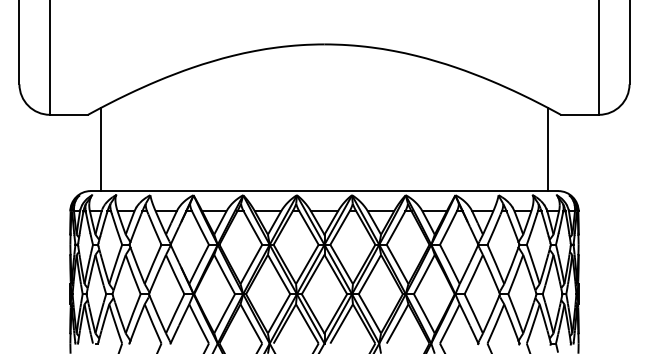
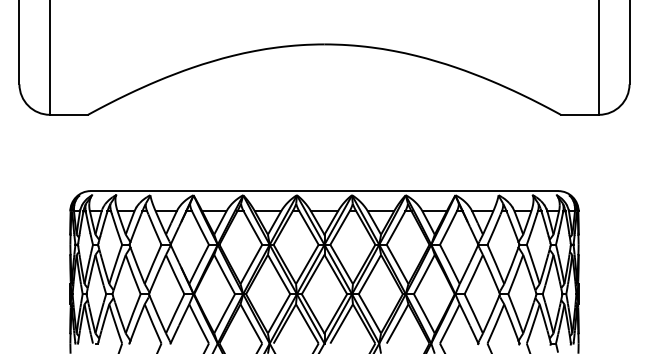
line at (100, 149): present -> none
line at (548, 149): present -> none
